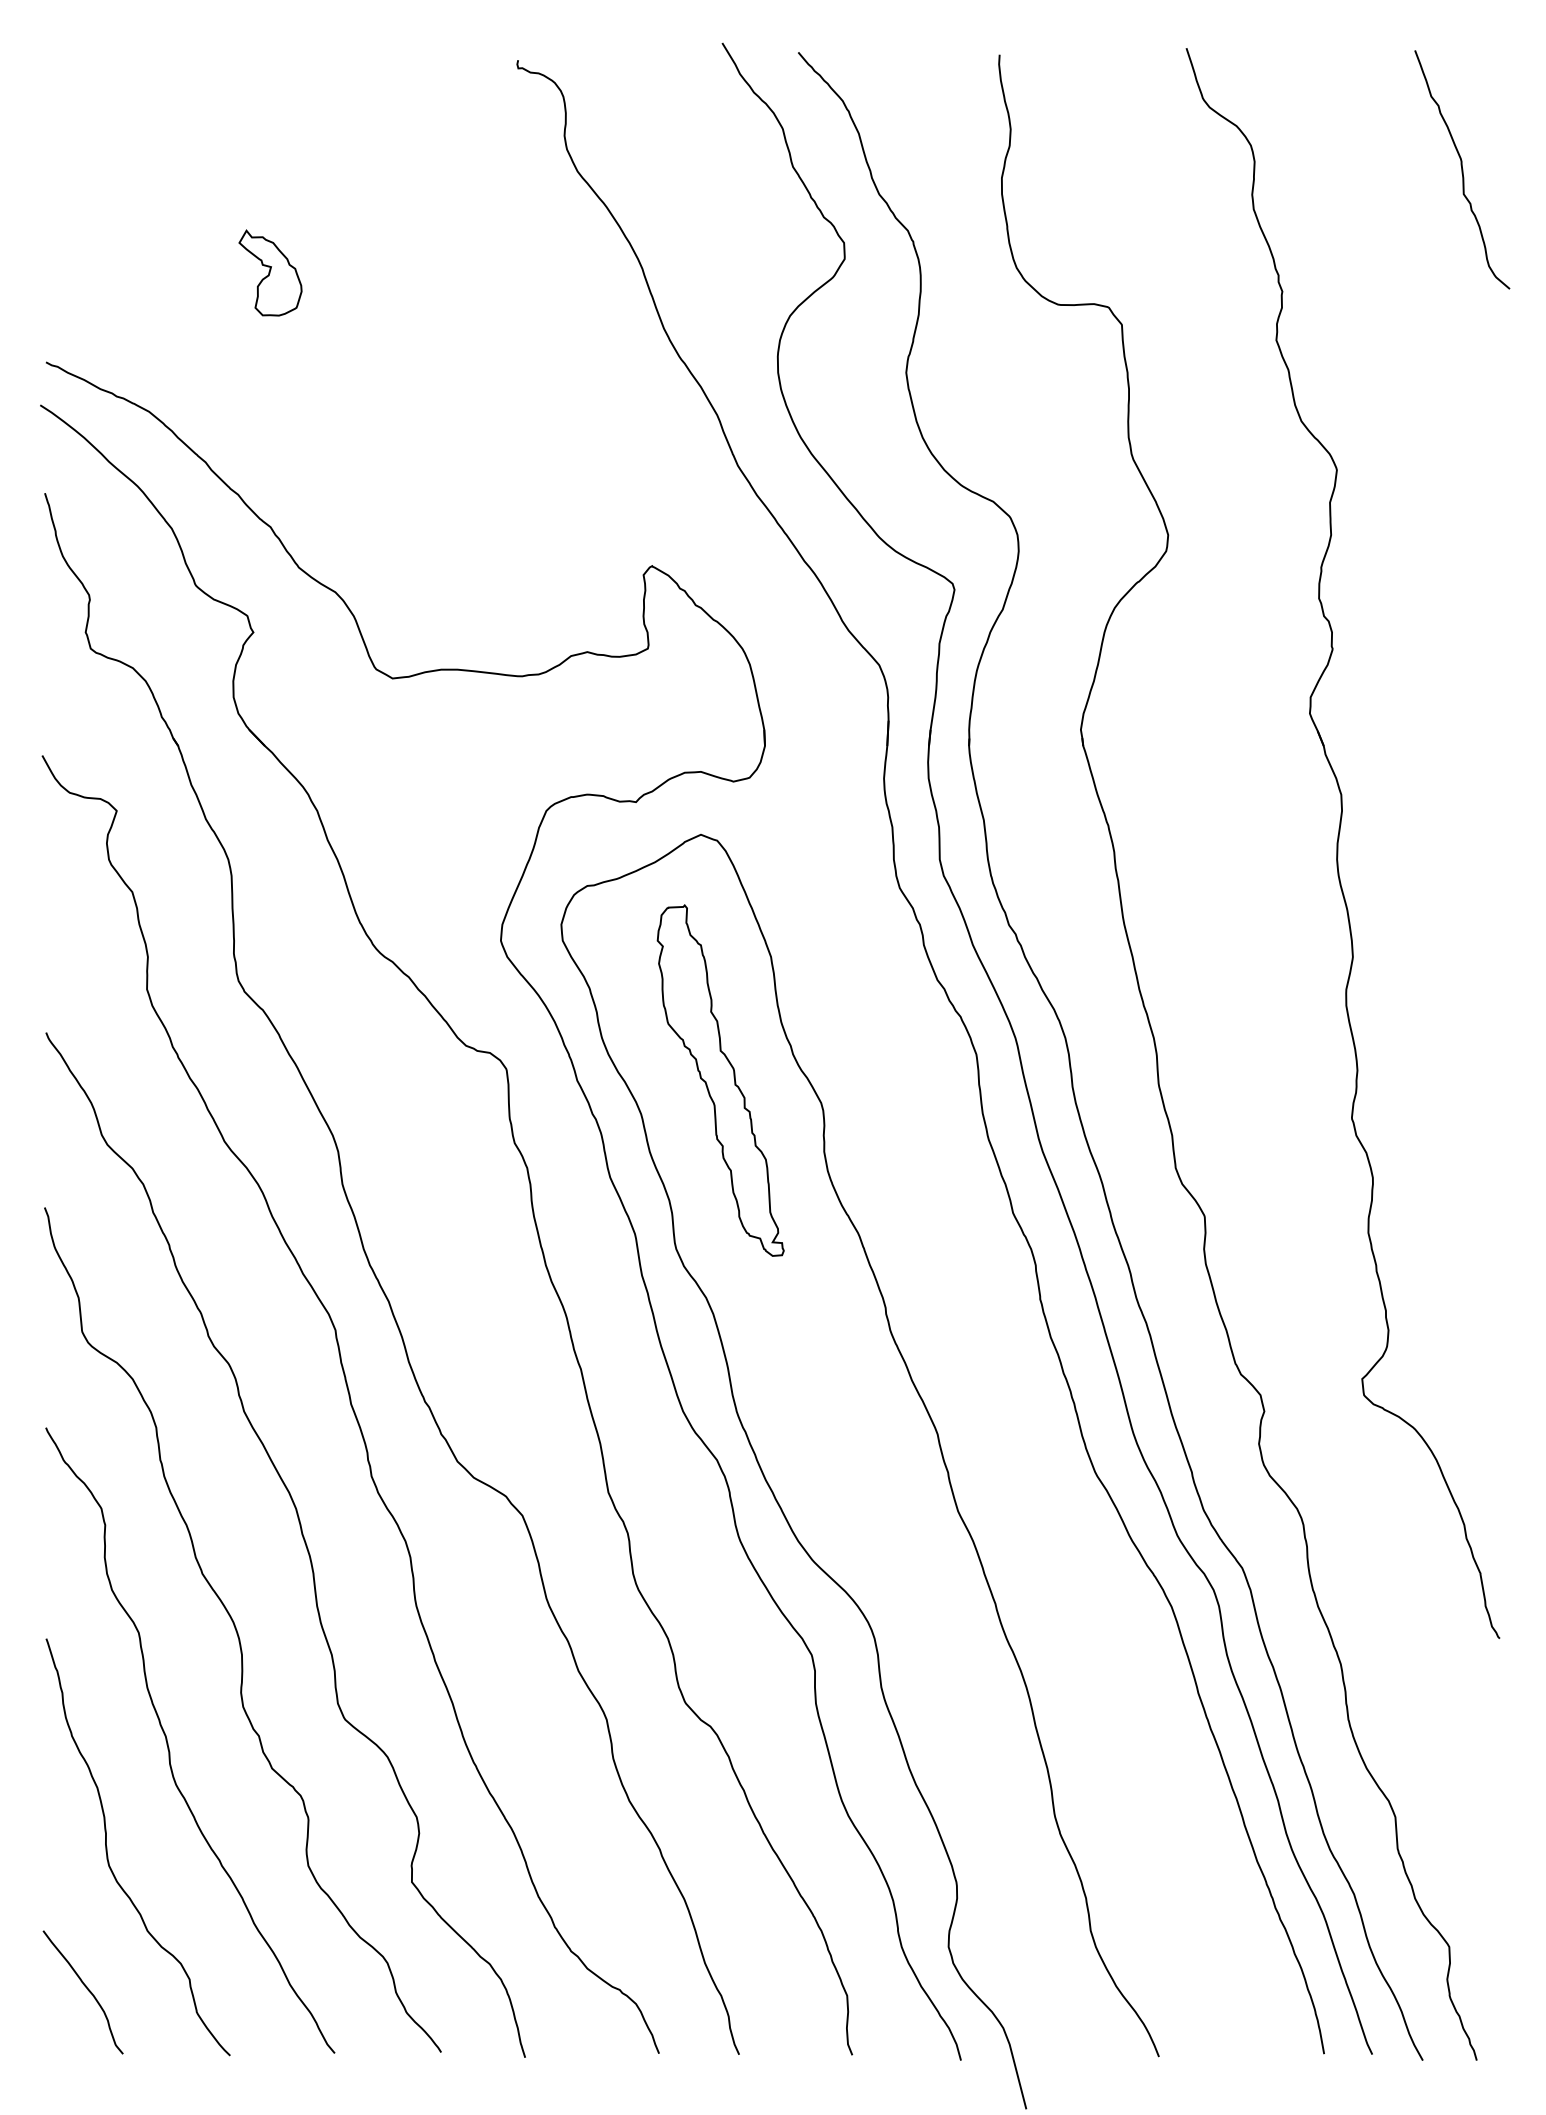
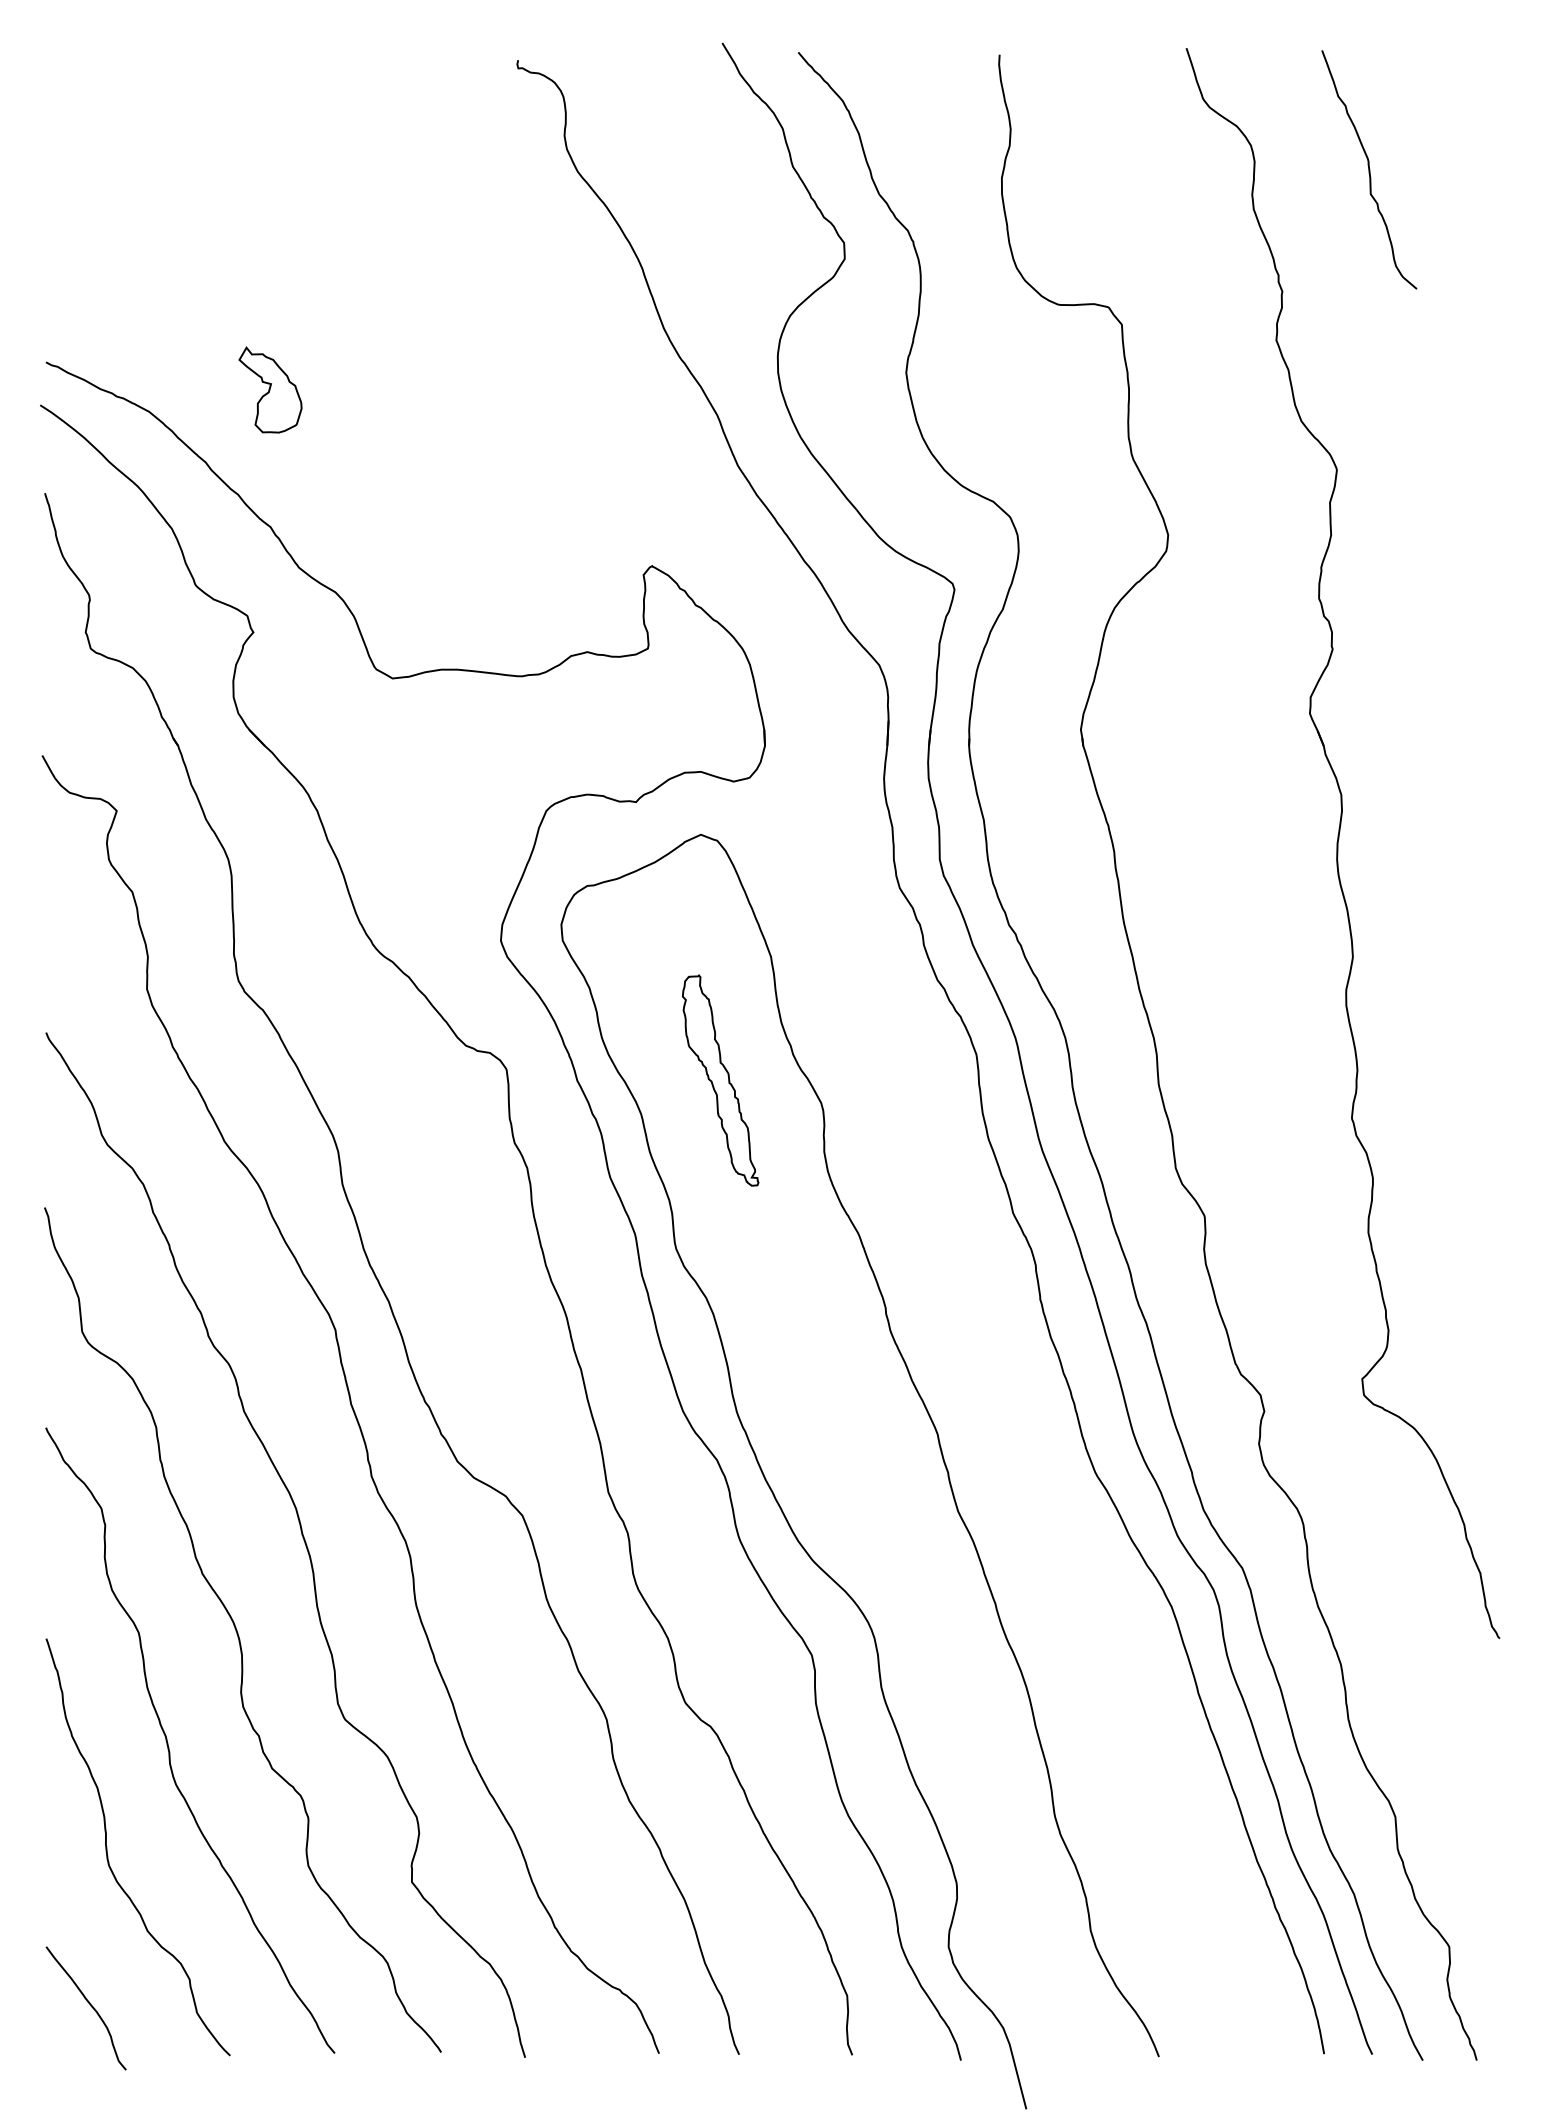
curve at (1462, 169) position: (1462, 169) -> (1369, 169)
part at (270, 272) position: (270, 272) -> (270, 389)
part at (720, 1080) size: 129x353 px -> 78x213 px
curve at (87, 1990) position: (87, 1990) -> (90, 2006)
